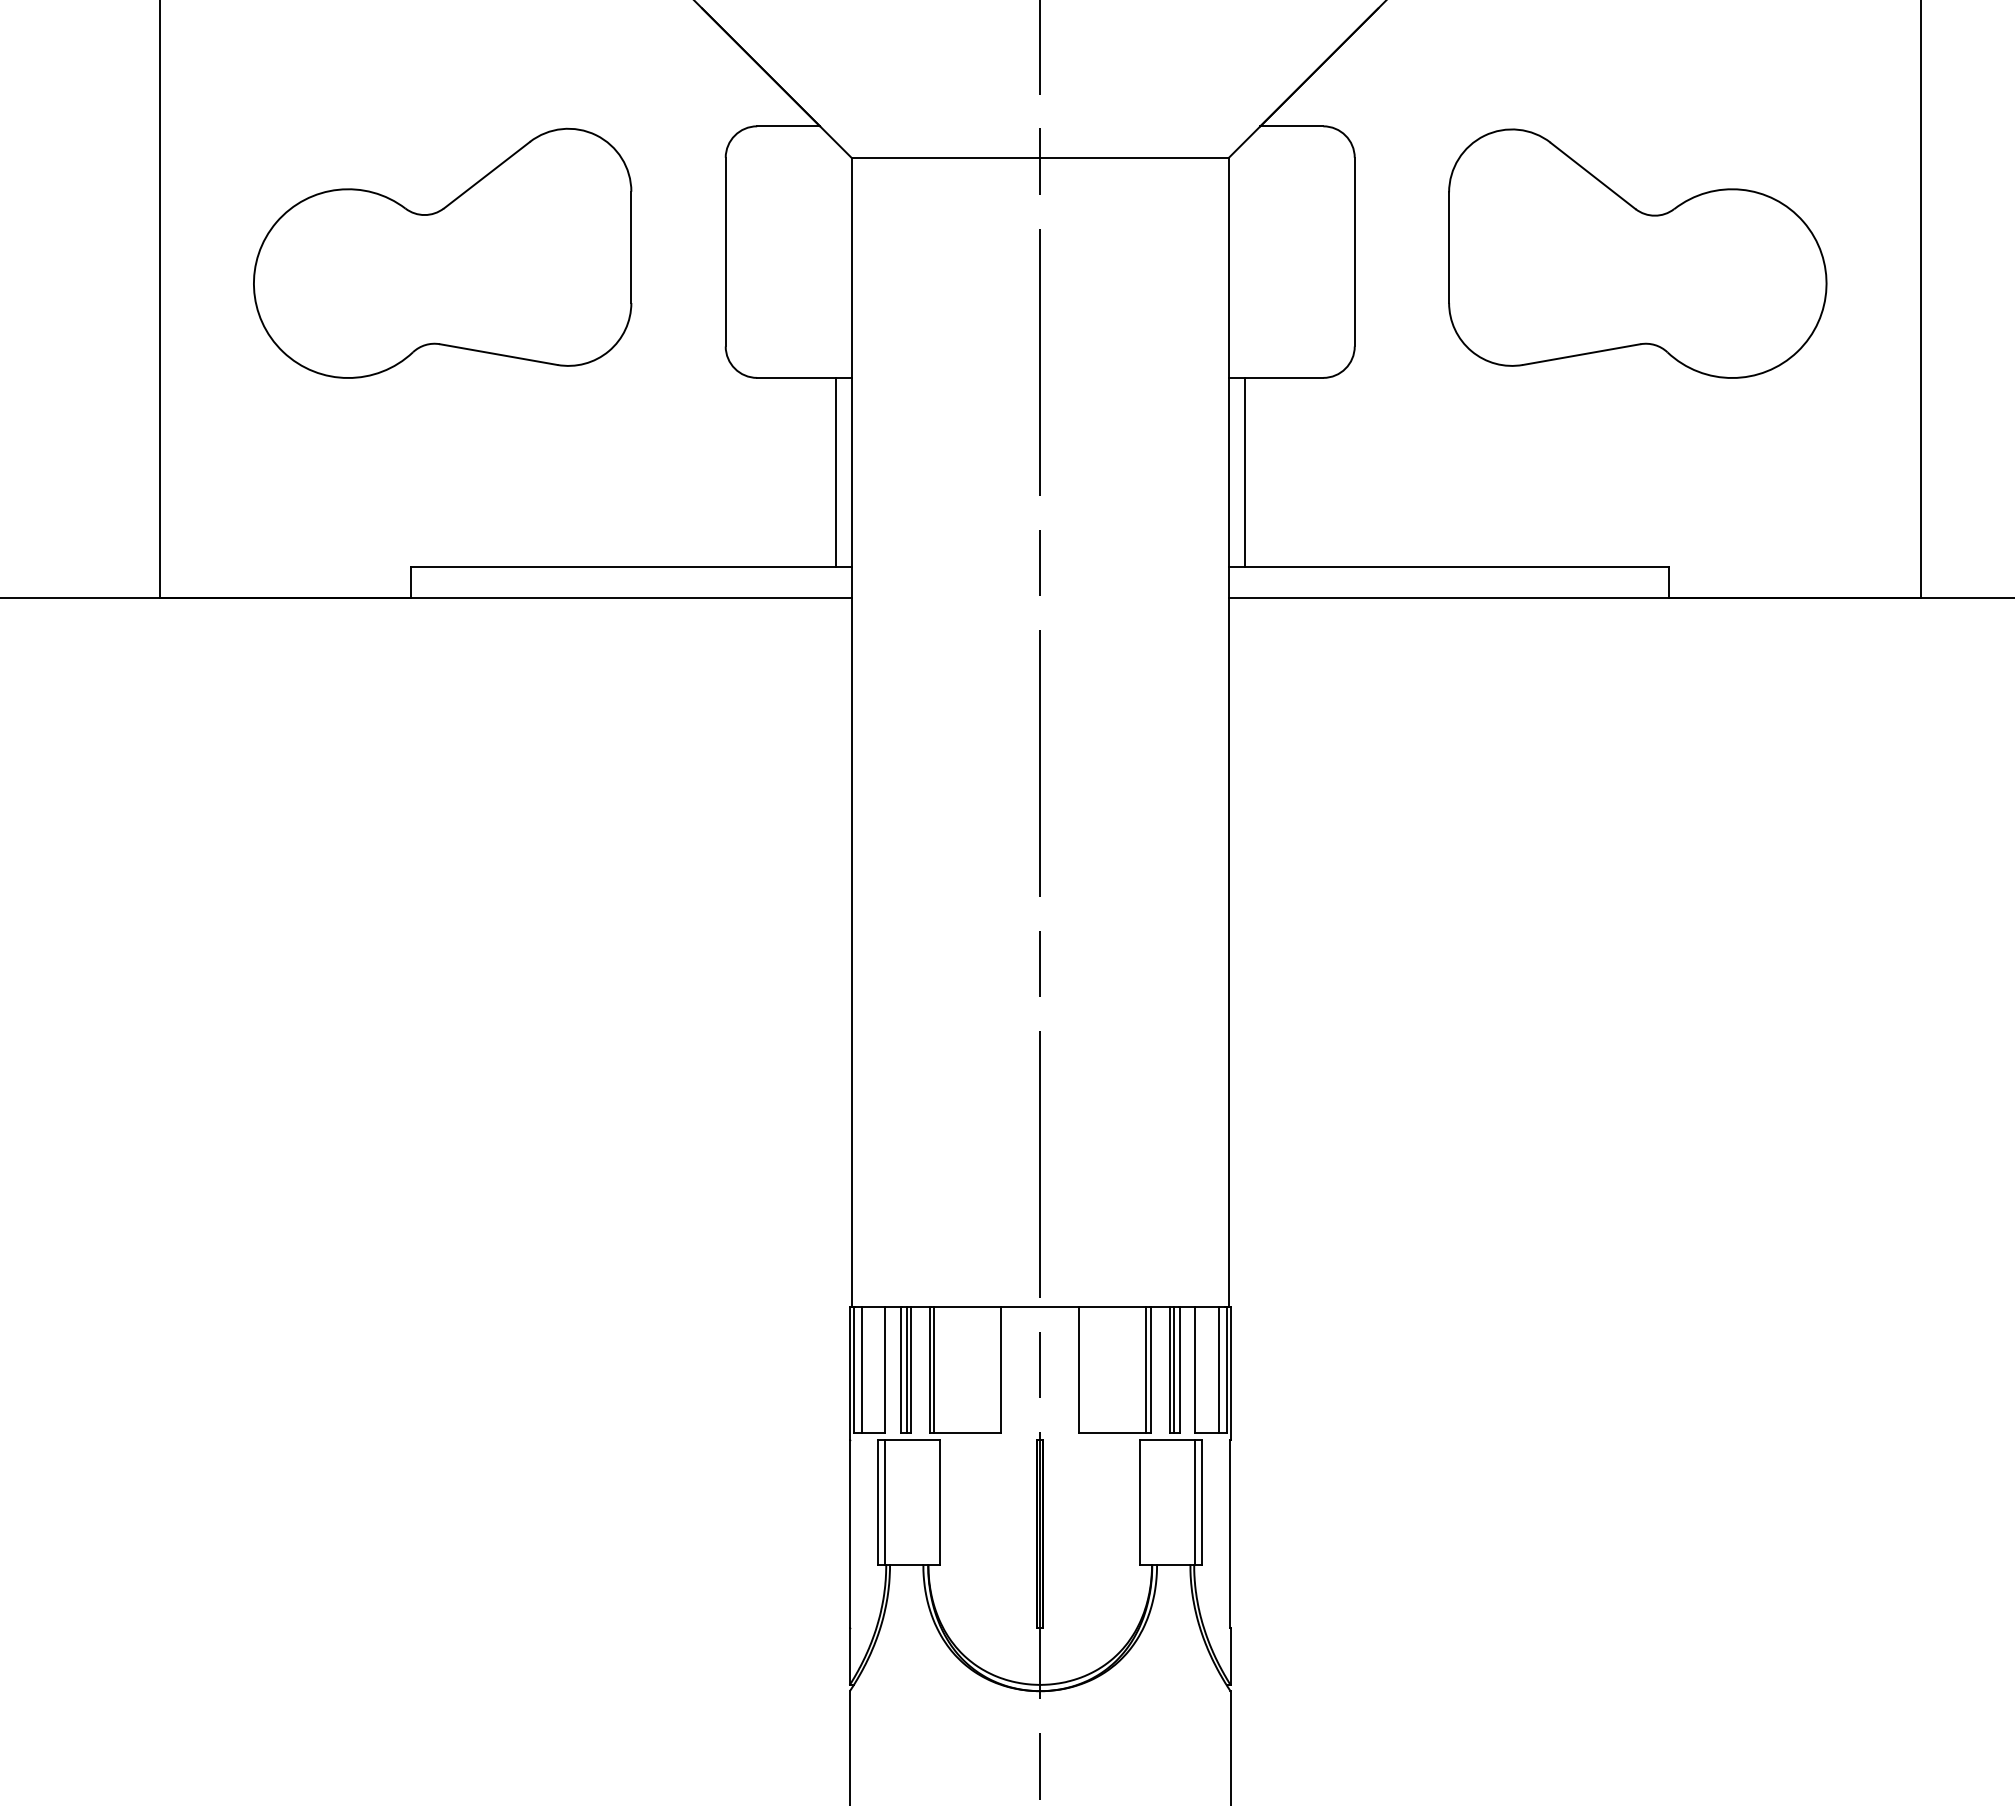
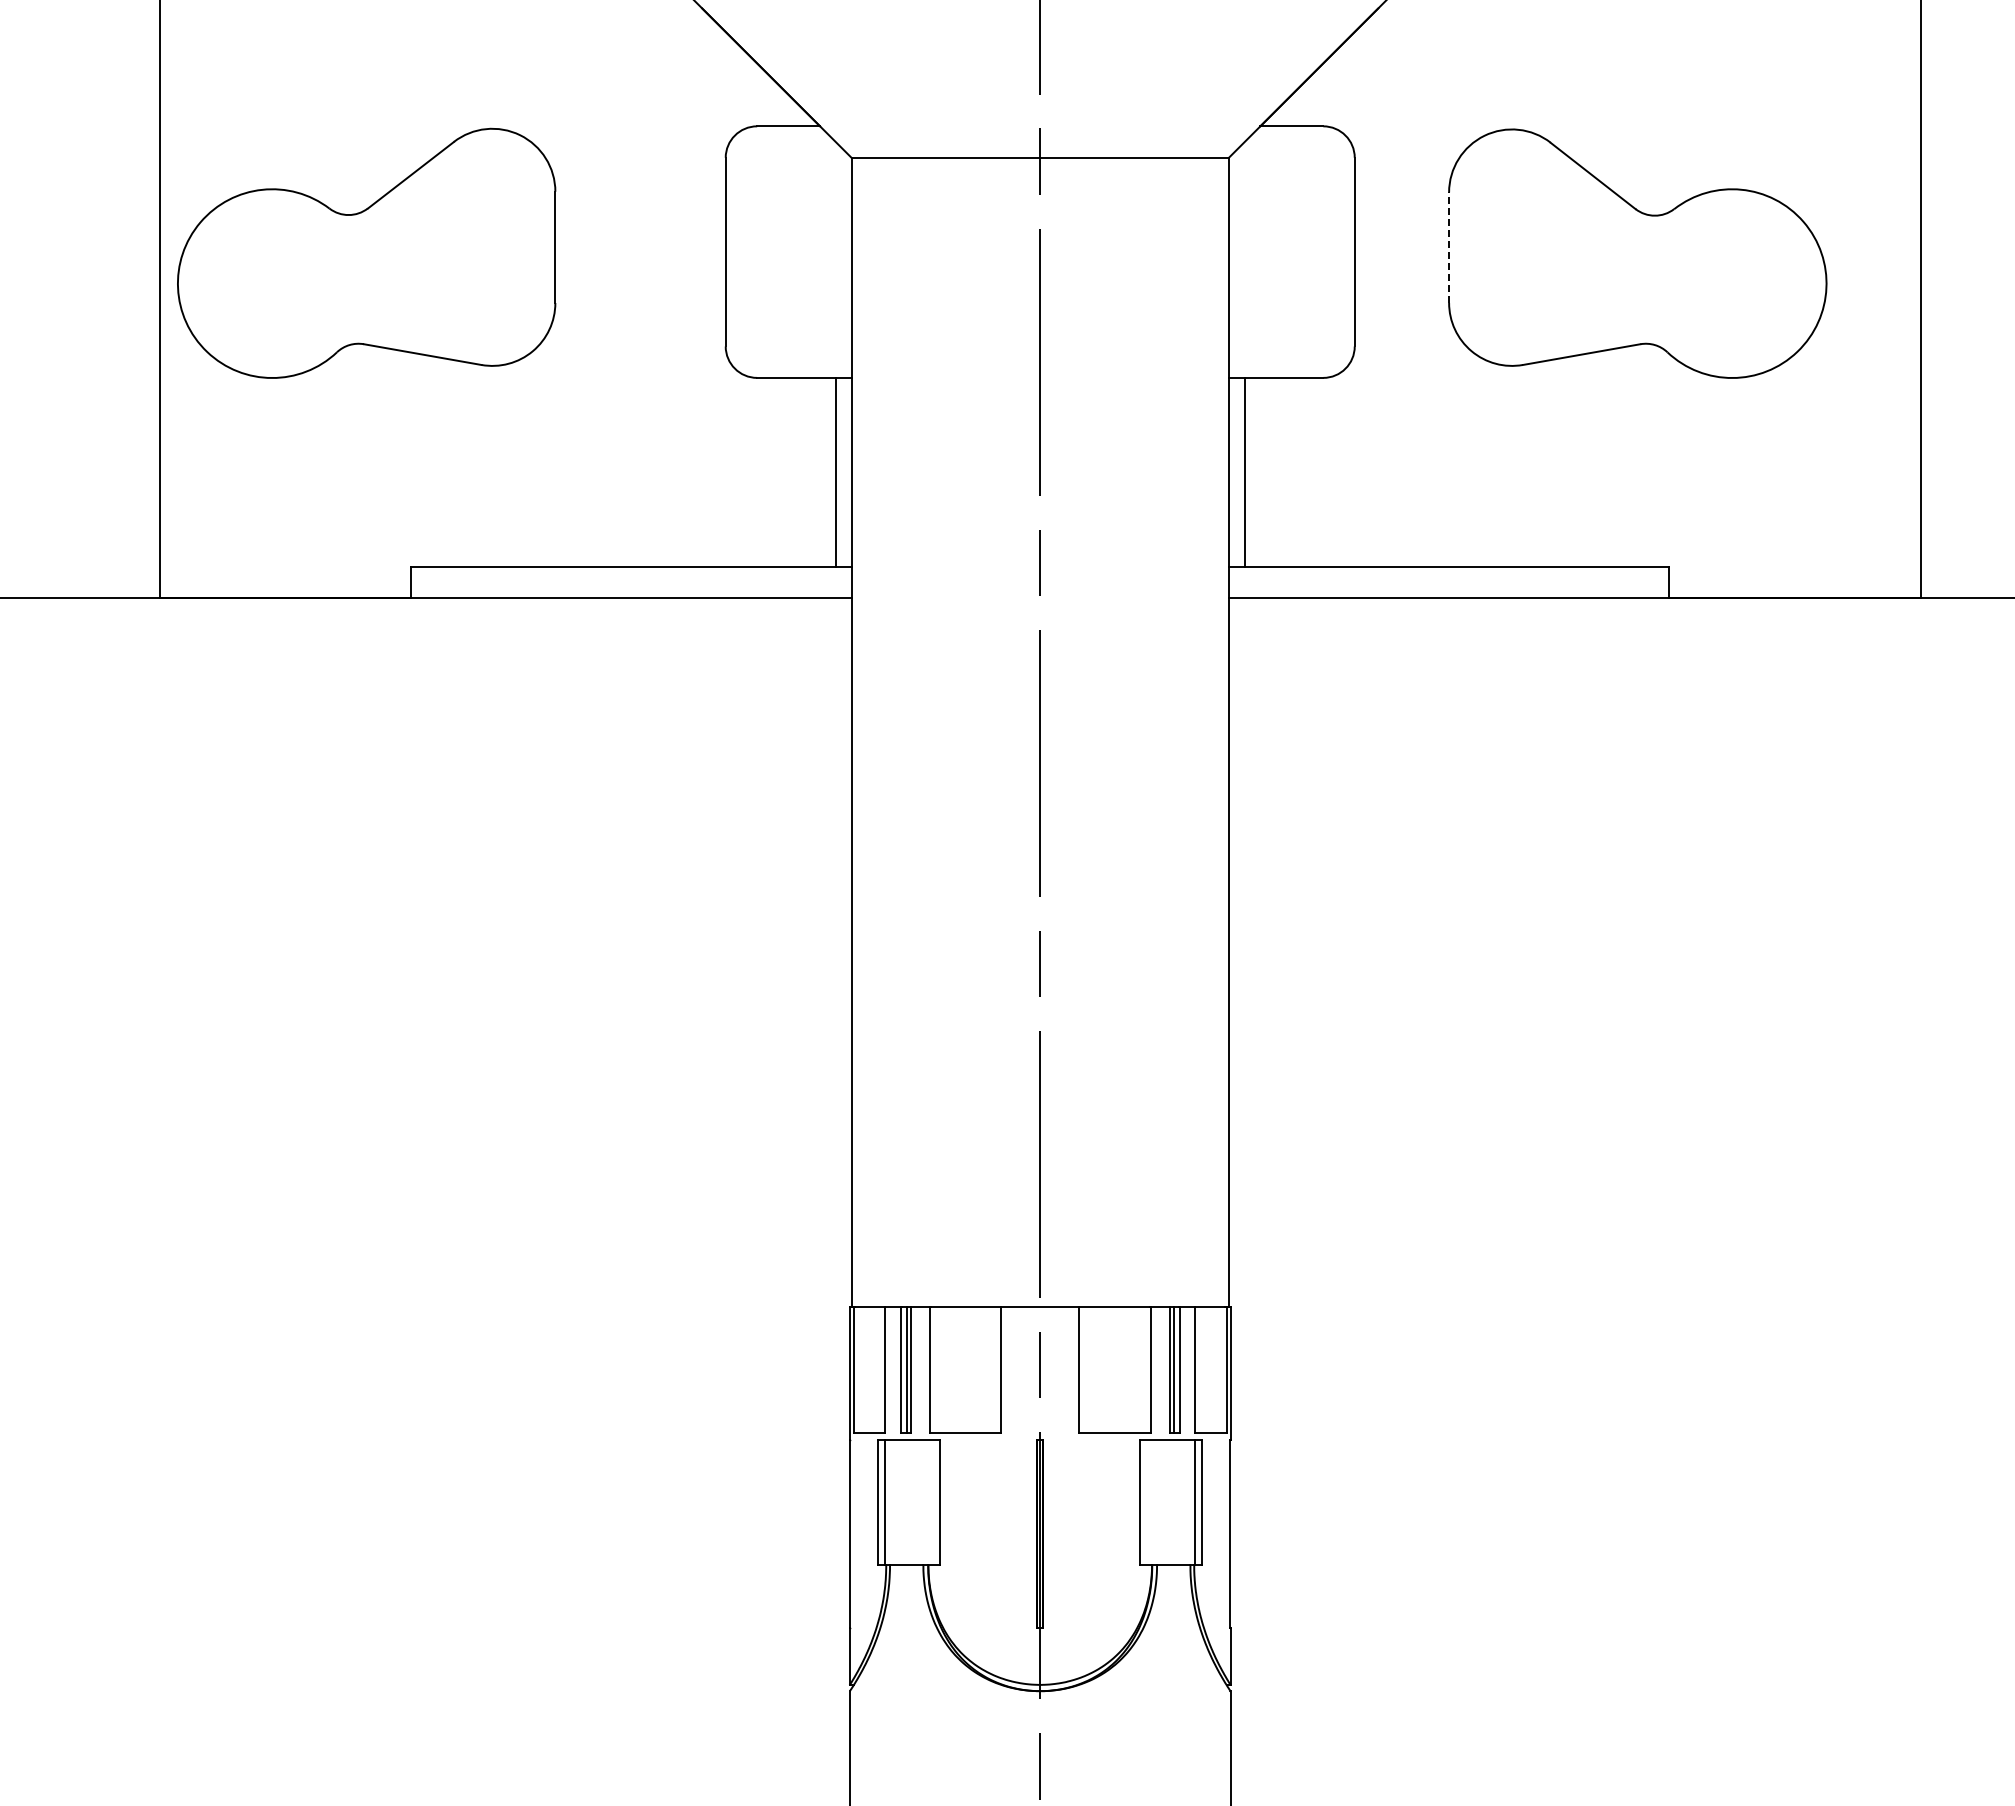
line at (1449, 247): solid -> dashed
part at (442, 252) position: (442, 252) -> (366, 252)
line at (861, 1370): present -> none
line at (934, 1370): present -> none
line at (1146, 1370): present -> none
line at (1218, 1370): present -> none
